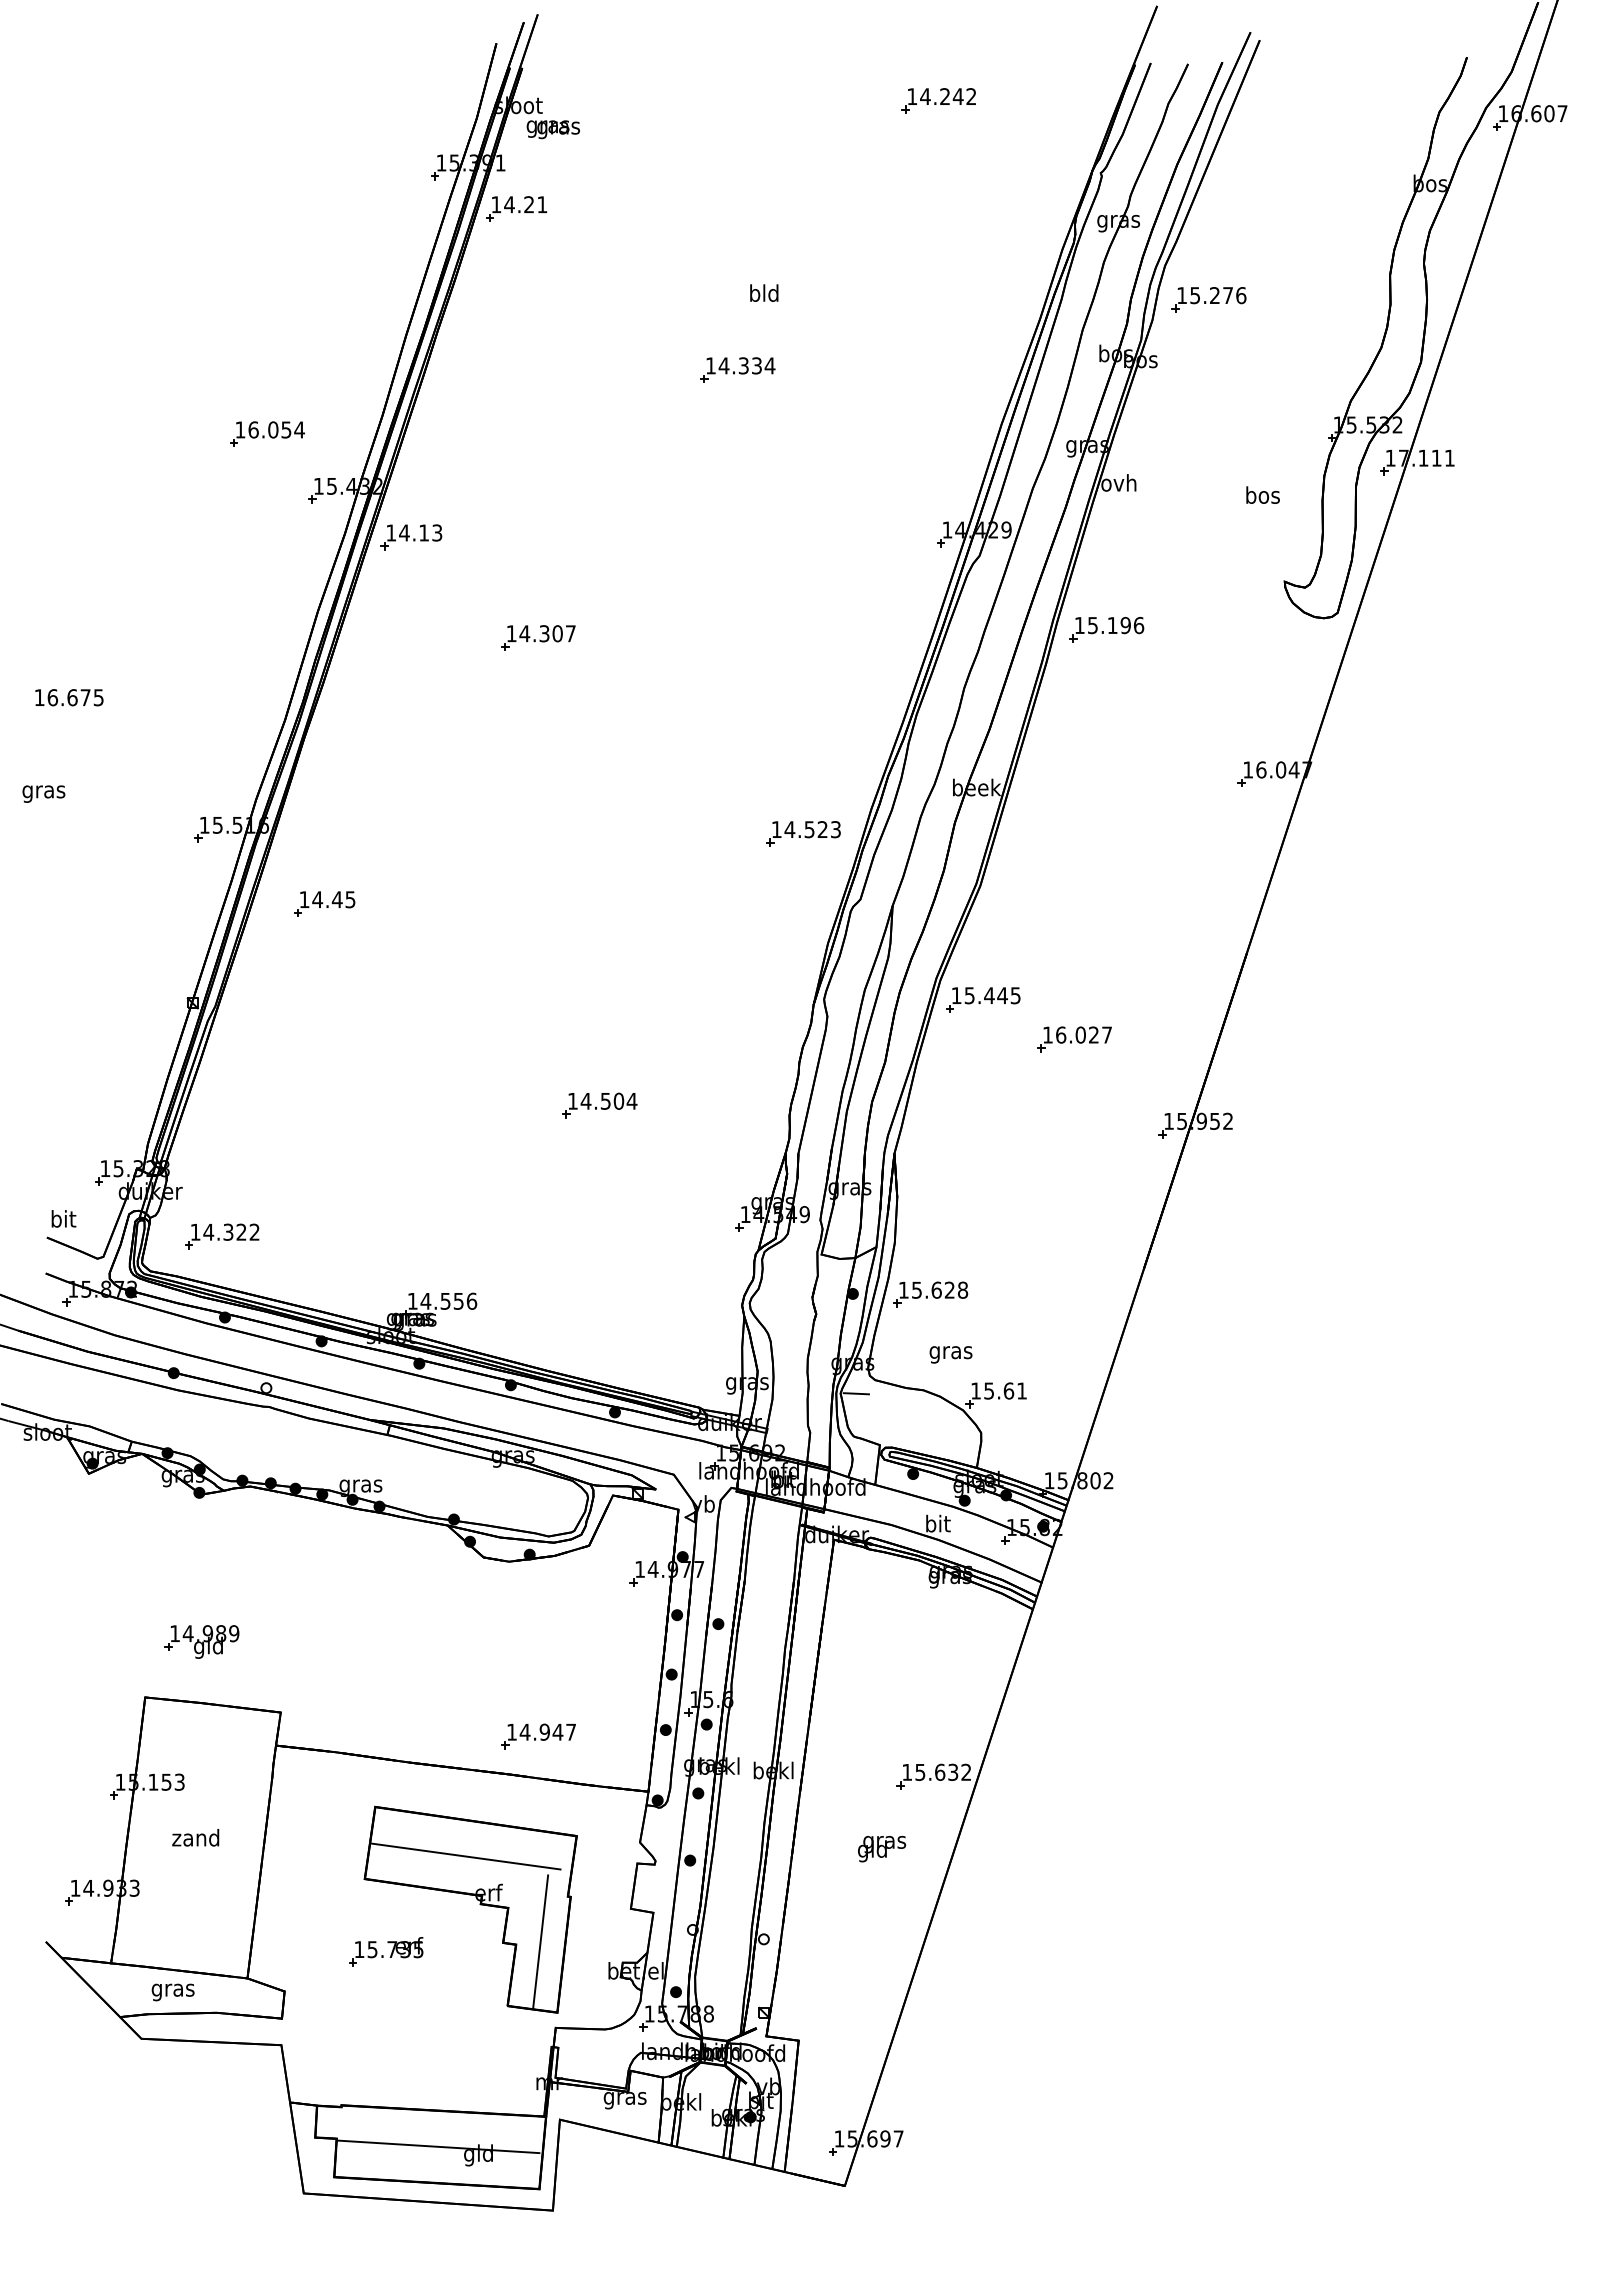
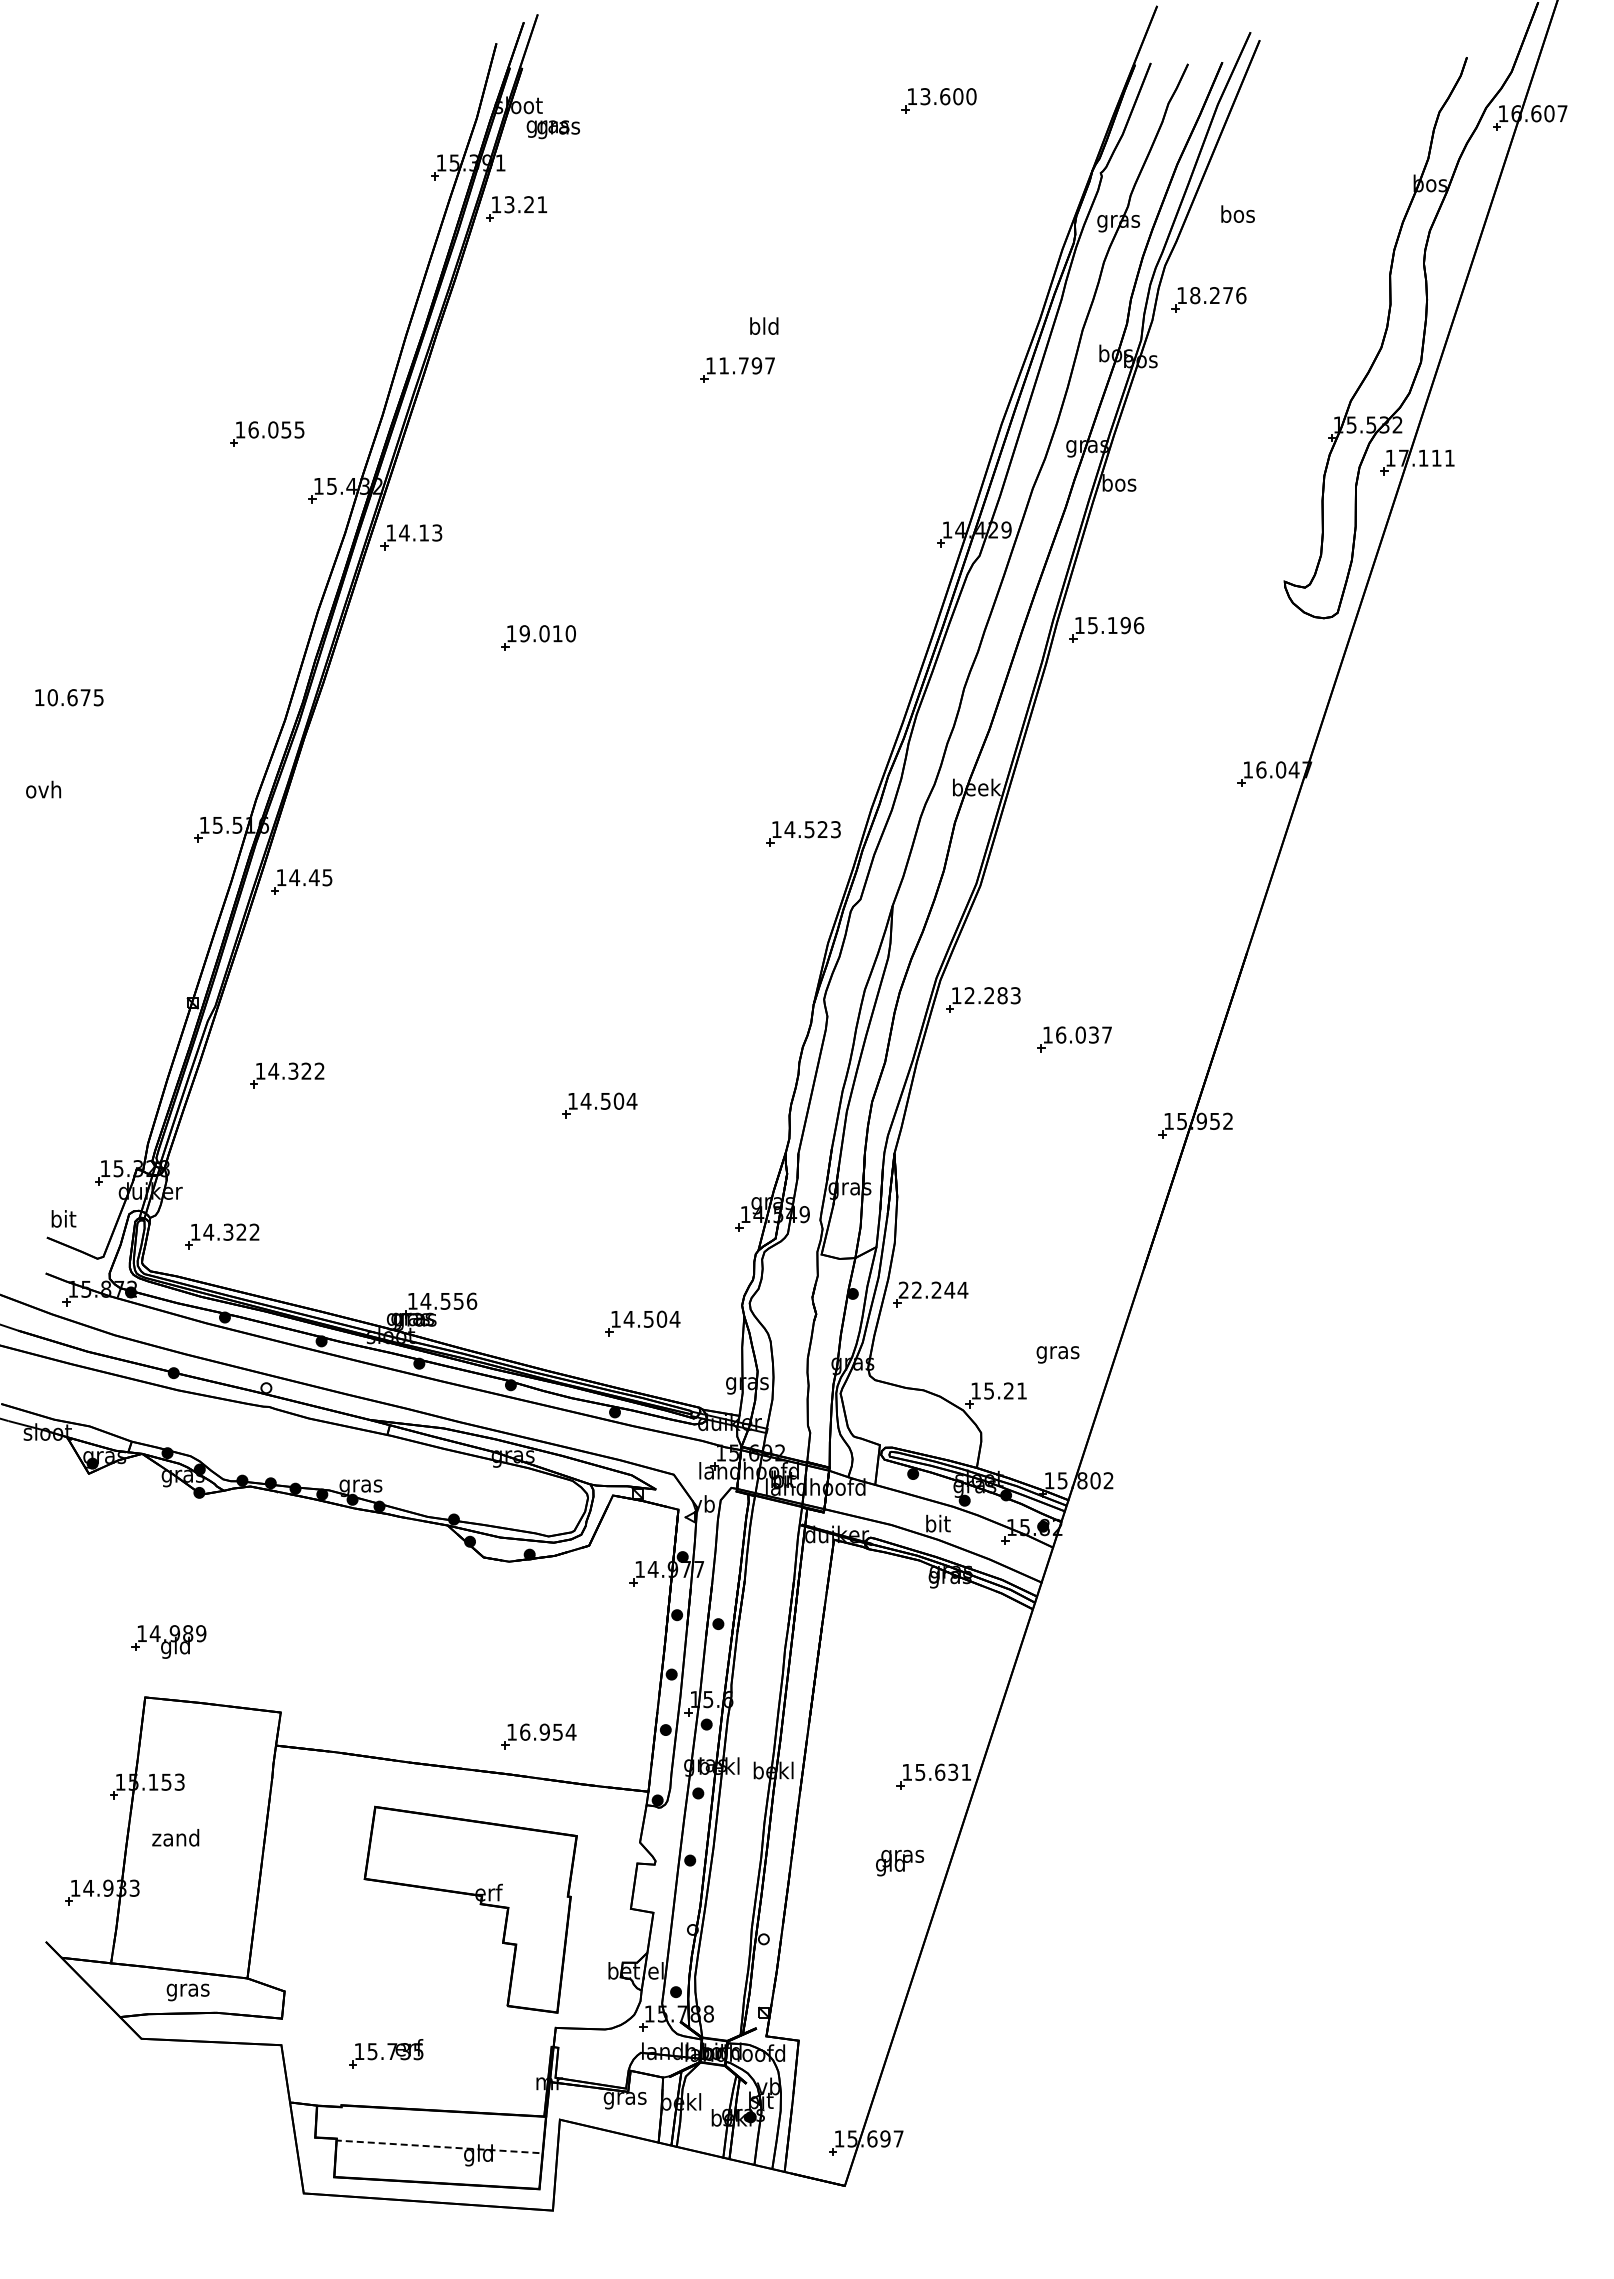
text at (948, 96): 14.242 -> 13.600
text at (509, 204): 14.21 -> 13.21
text at (764, 292) position: (764, 292) -> (764, 325)
text at (1195, 295): 15.276 -> 18.276
text at (746, 365): 14.334 -> 11.797
text at (299, 429): 16.054 -> 16.055
text at (1118, 482): ovh -> bos
text at (1262, 494) position: (1262, 494) -> (1237, 213)
text at (547, 633): 14.307 -> 19.010
text at (52, 697): 16.675 -> 10.675
text at (43, 791): gras -> ovh
part at (324, 903) position: (324, 903) -> (301, 881)
text at (992, 995): 15.445 -> 12.283
text at (1093, 1034): 16.027 -> 16.037
part at (287, 1075): none -> present
text at (933, 1289): 15.628 -> 22.244
part at (642, 1323): none -> present
text at (950, 1354) position: (950, 1354) -> (1057, 1354)
text at (1008, 1390): 15.61 -> 15.21
line at (855, 1393): present -> none
part at (201, 1641) position: (201, 1641) -> (168, 1641)
text at (547, 1731): 14.947 -> 16.954
text at (966, 1771): 15.632 -> 15.631
text at (195, 1837) position: (195, 1837) -> (175, 1837)
text at (882, 1849) position: (882, 1849) -> (900, 1863)
line at (465, 1856): present -> none
line at (540, 1941): present -> none
part at (386, 1951) position: (386, 1951) -> (386, 2053)
text at (172, 1992) position: (172, 1992) -> (187, 1992)
line at (437, 2146): solid -> dashed
